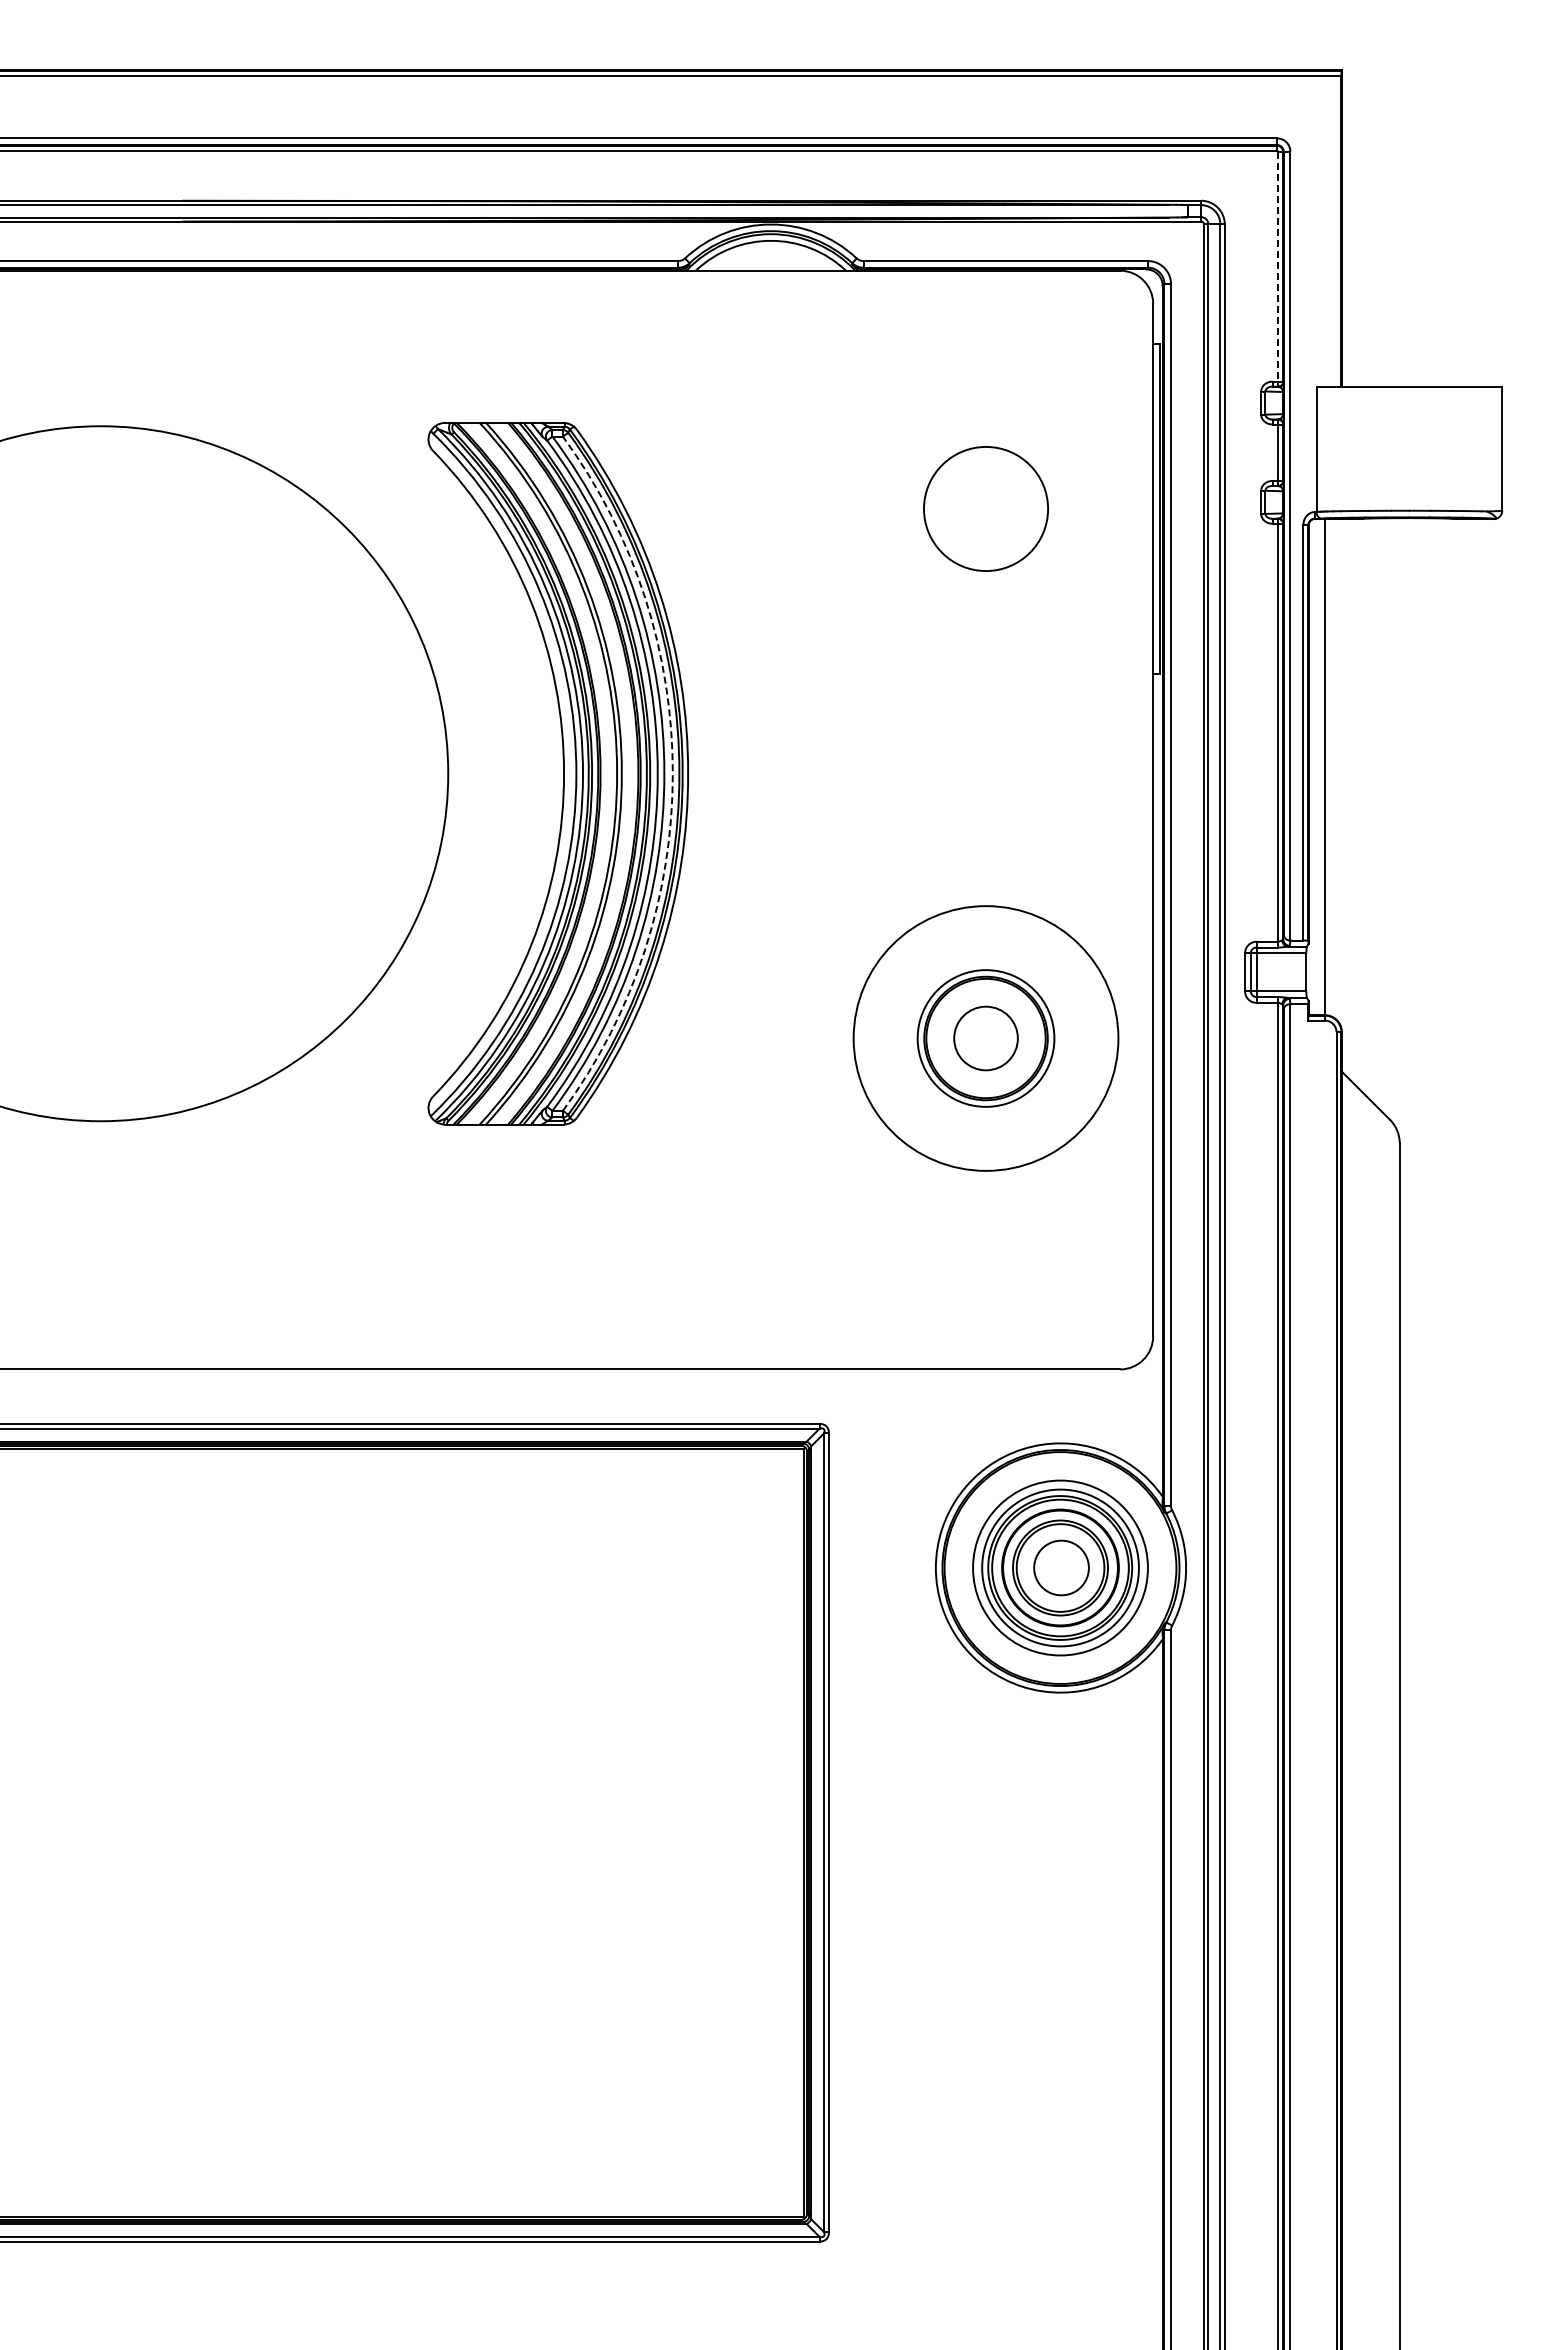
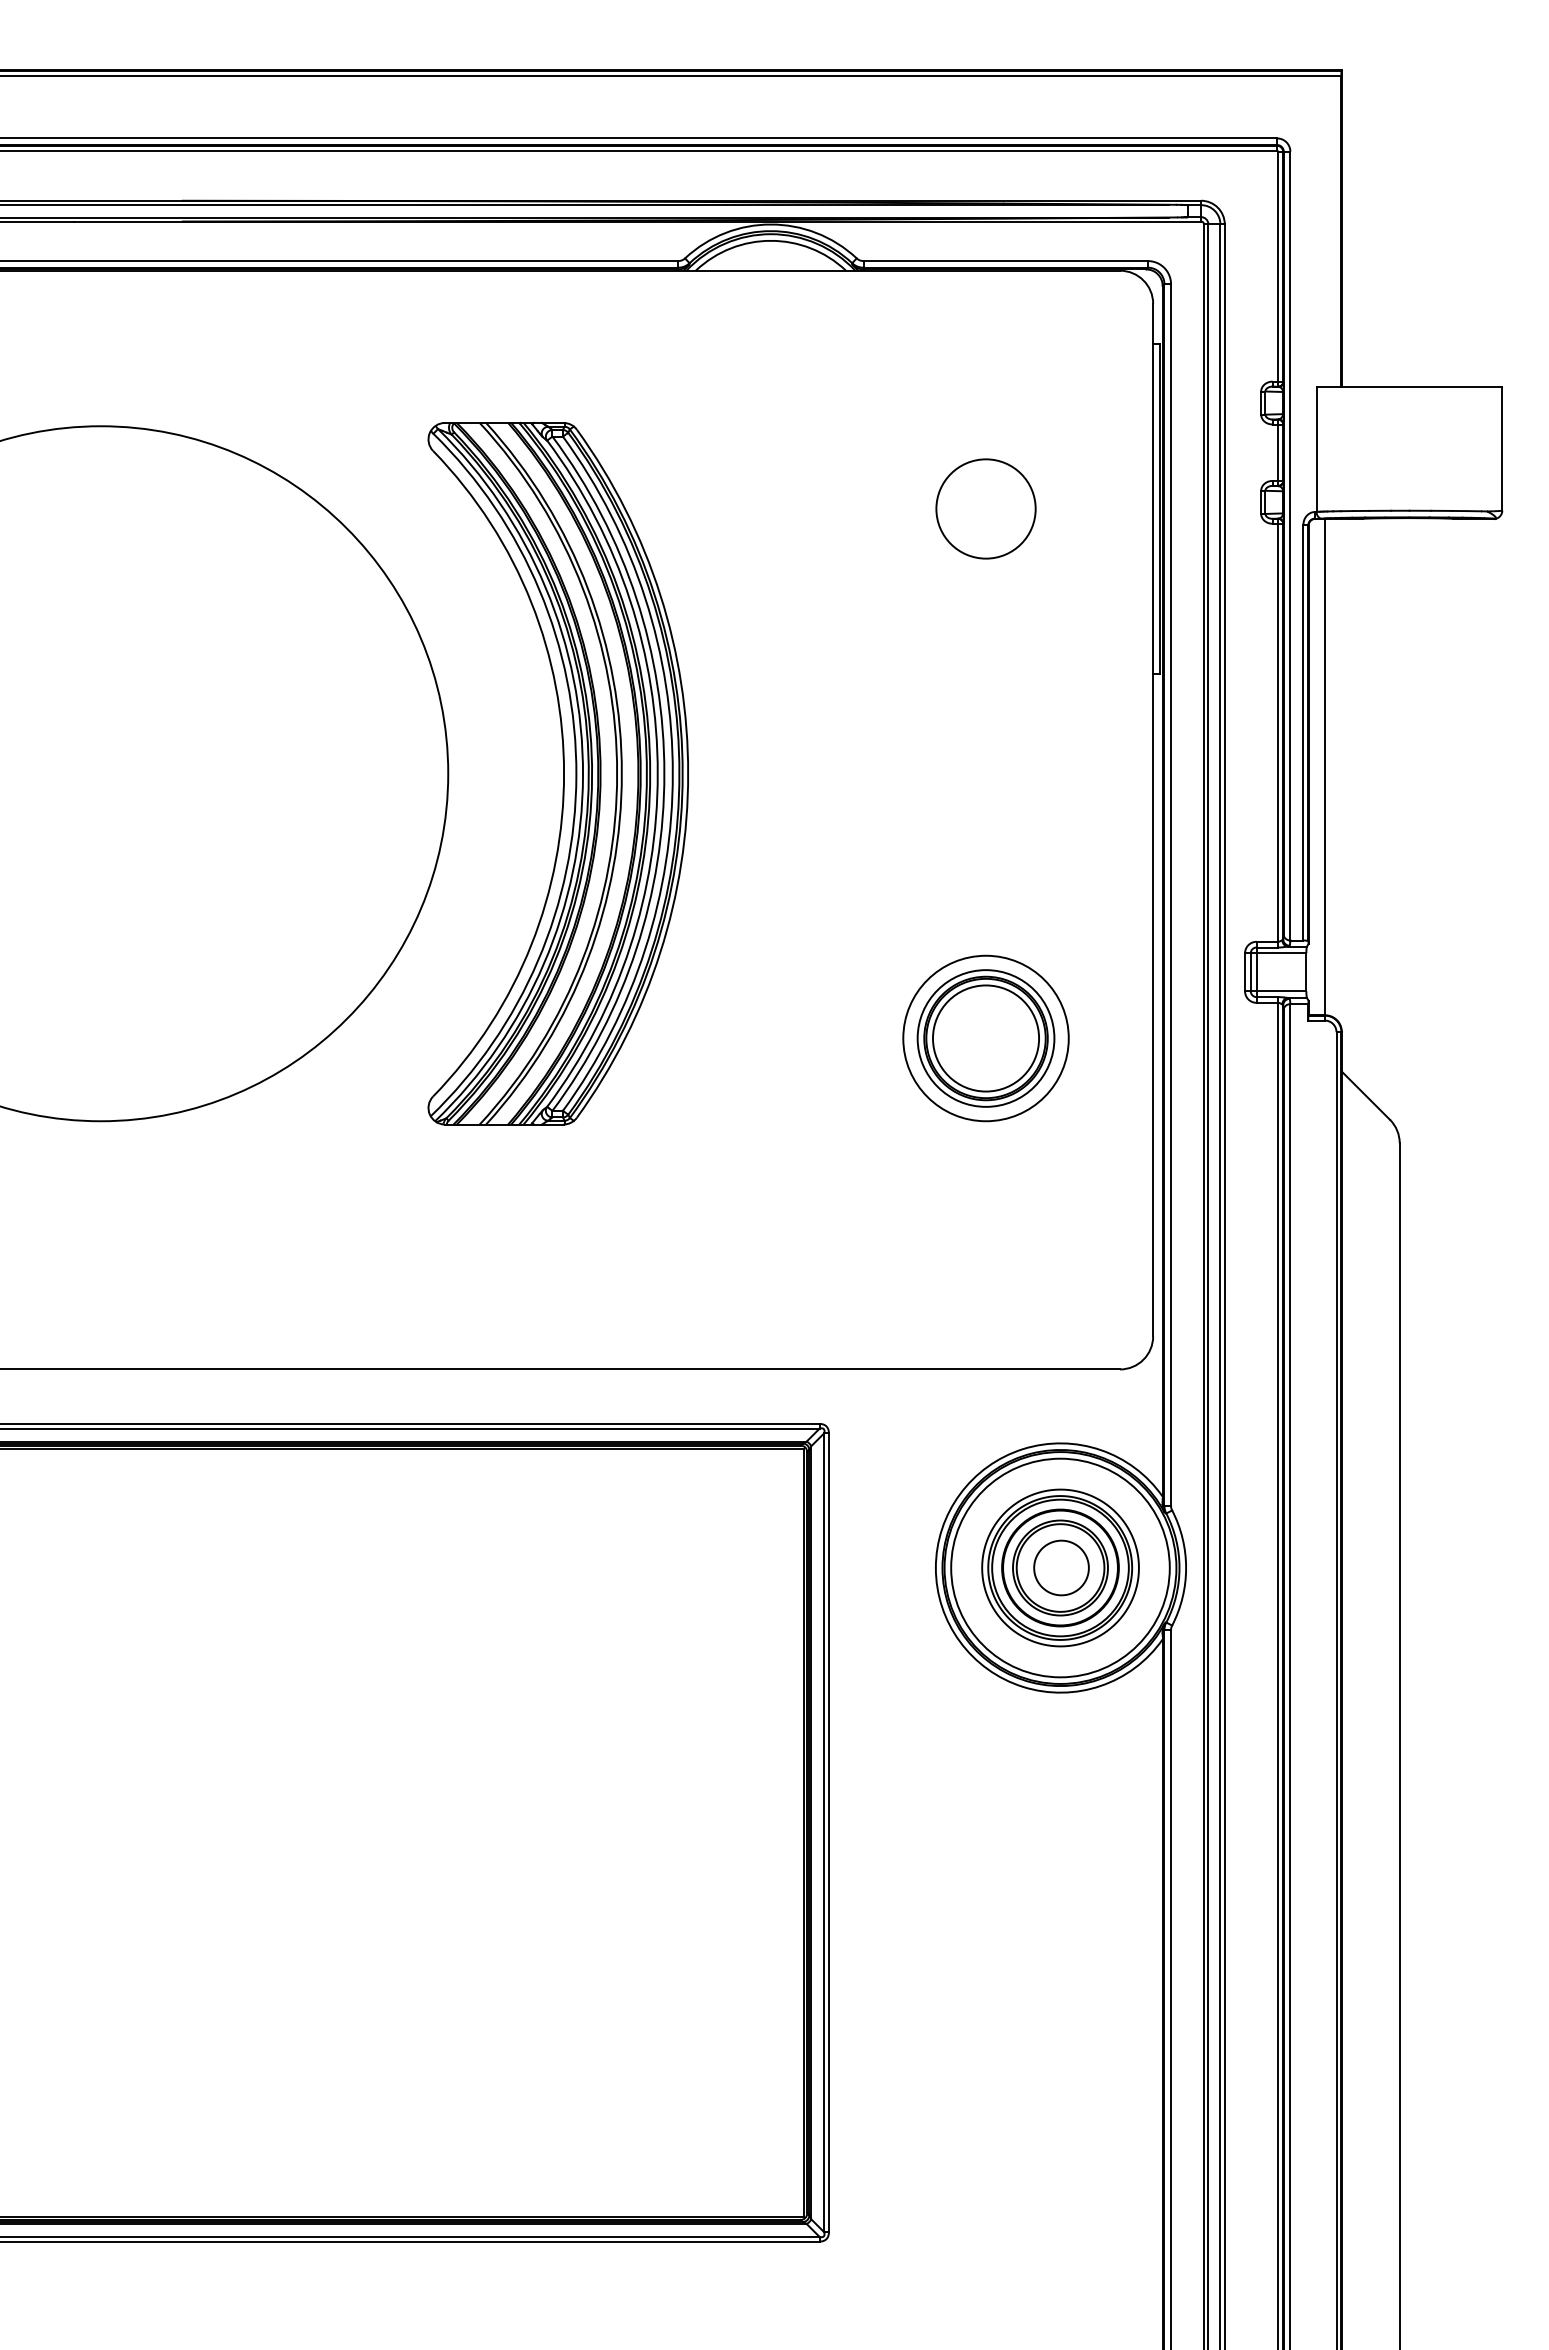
line at (1278, 269): dashed -> solid
circle at (985, 508) size: 126x126 px -> 102x102 px
arc at (672, 773): dashed -> solid
circle at (985, 1038) diameter: 265 px -> 165 px
circle at (985, 1038) diameter: 64 px -> 106 px
circle at (1060, 1567) diameter: 175 px -> 219 px
